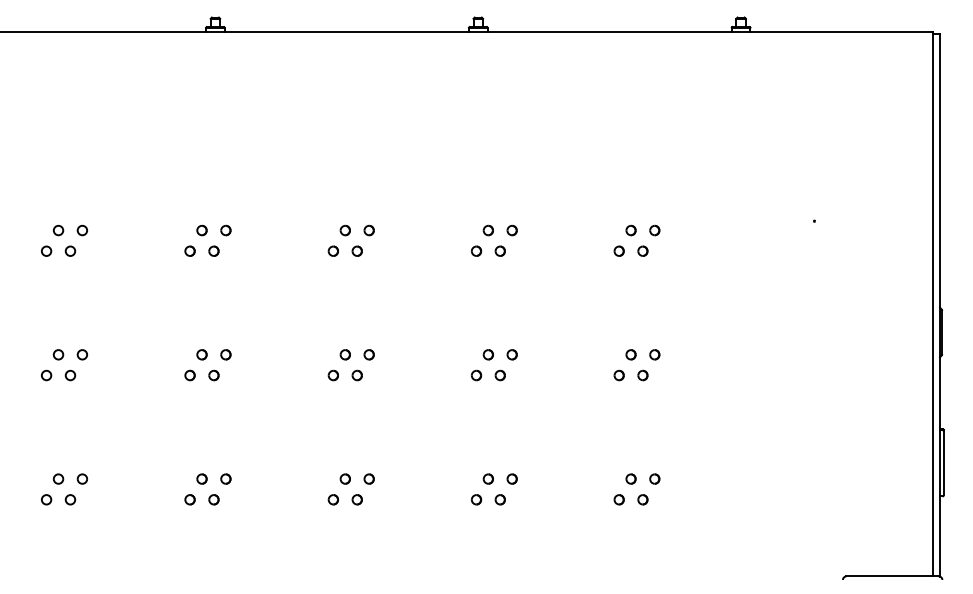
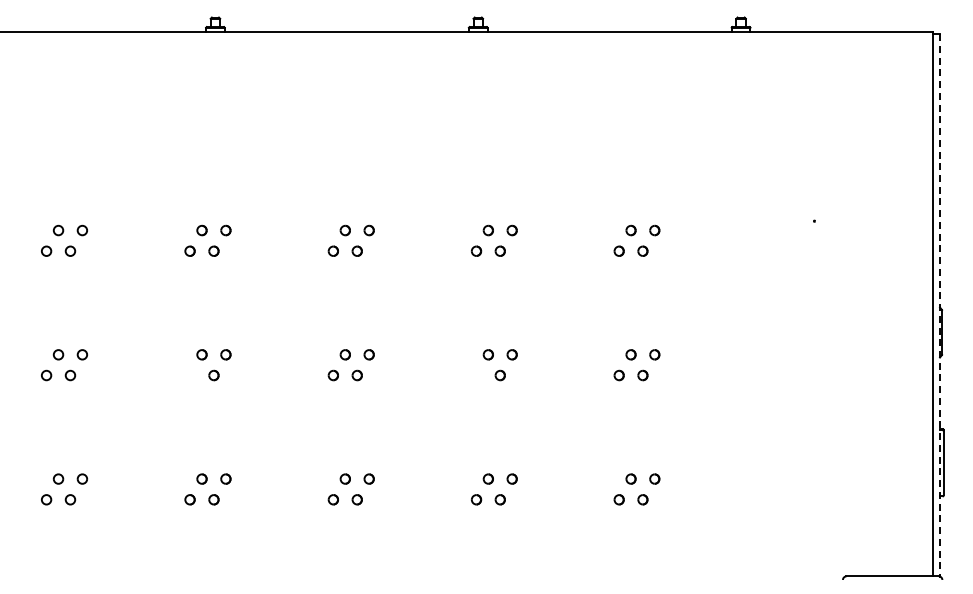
line at (940, 305): solid -> dashed
part at (189, 375): present -> none
part at (476, 375): present -> none
